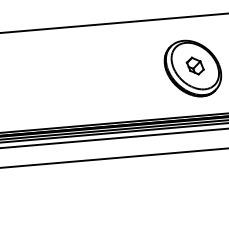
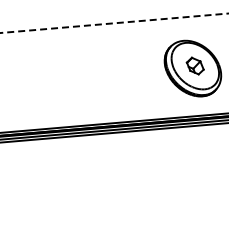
line at (114, 23): solid -> dashed
line at (113, 137): present -> none
line at (113, 157): present -> none
